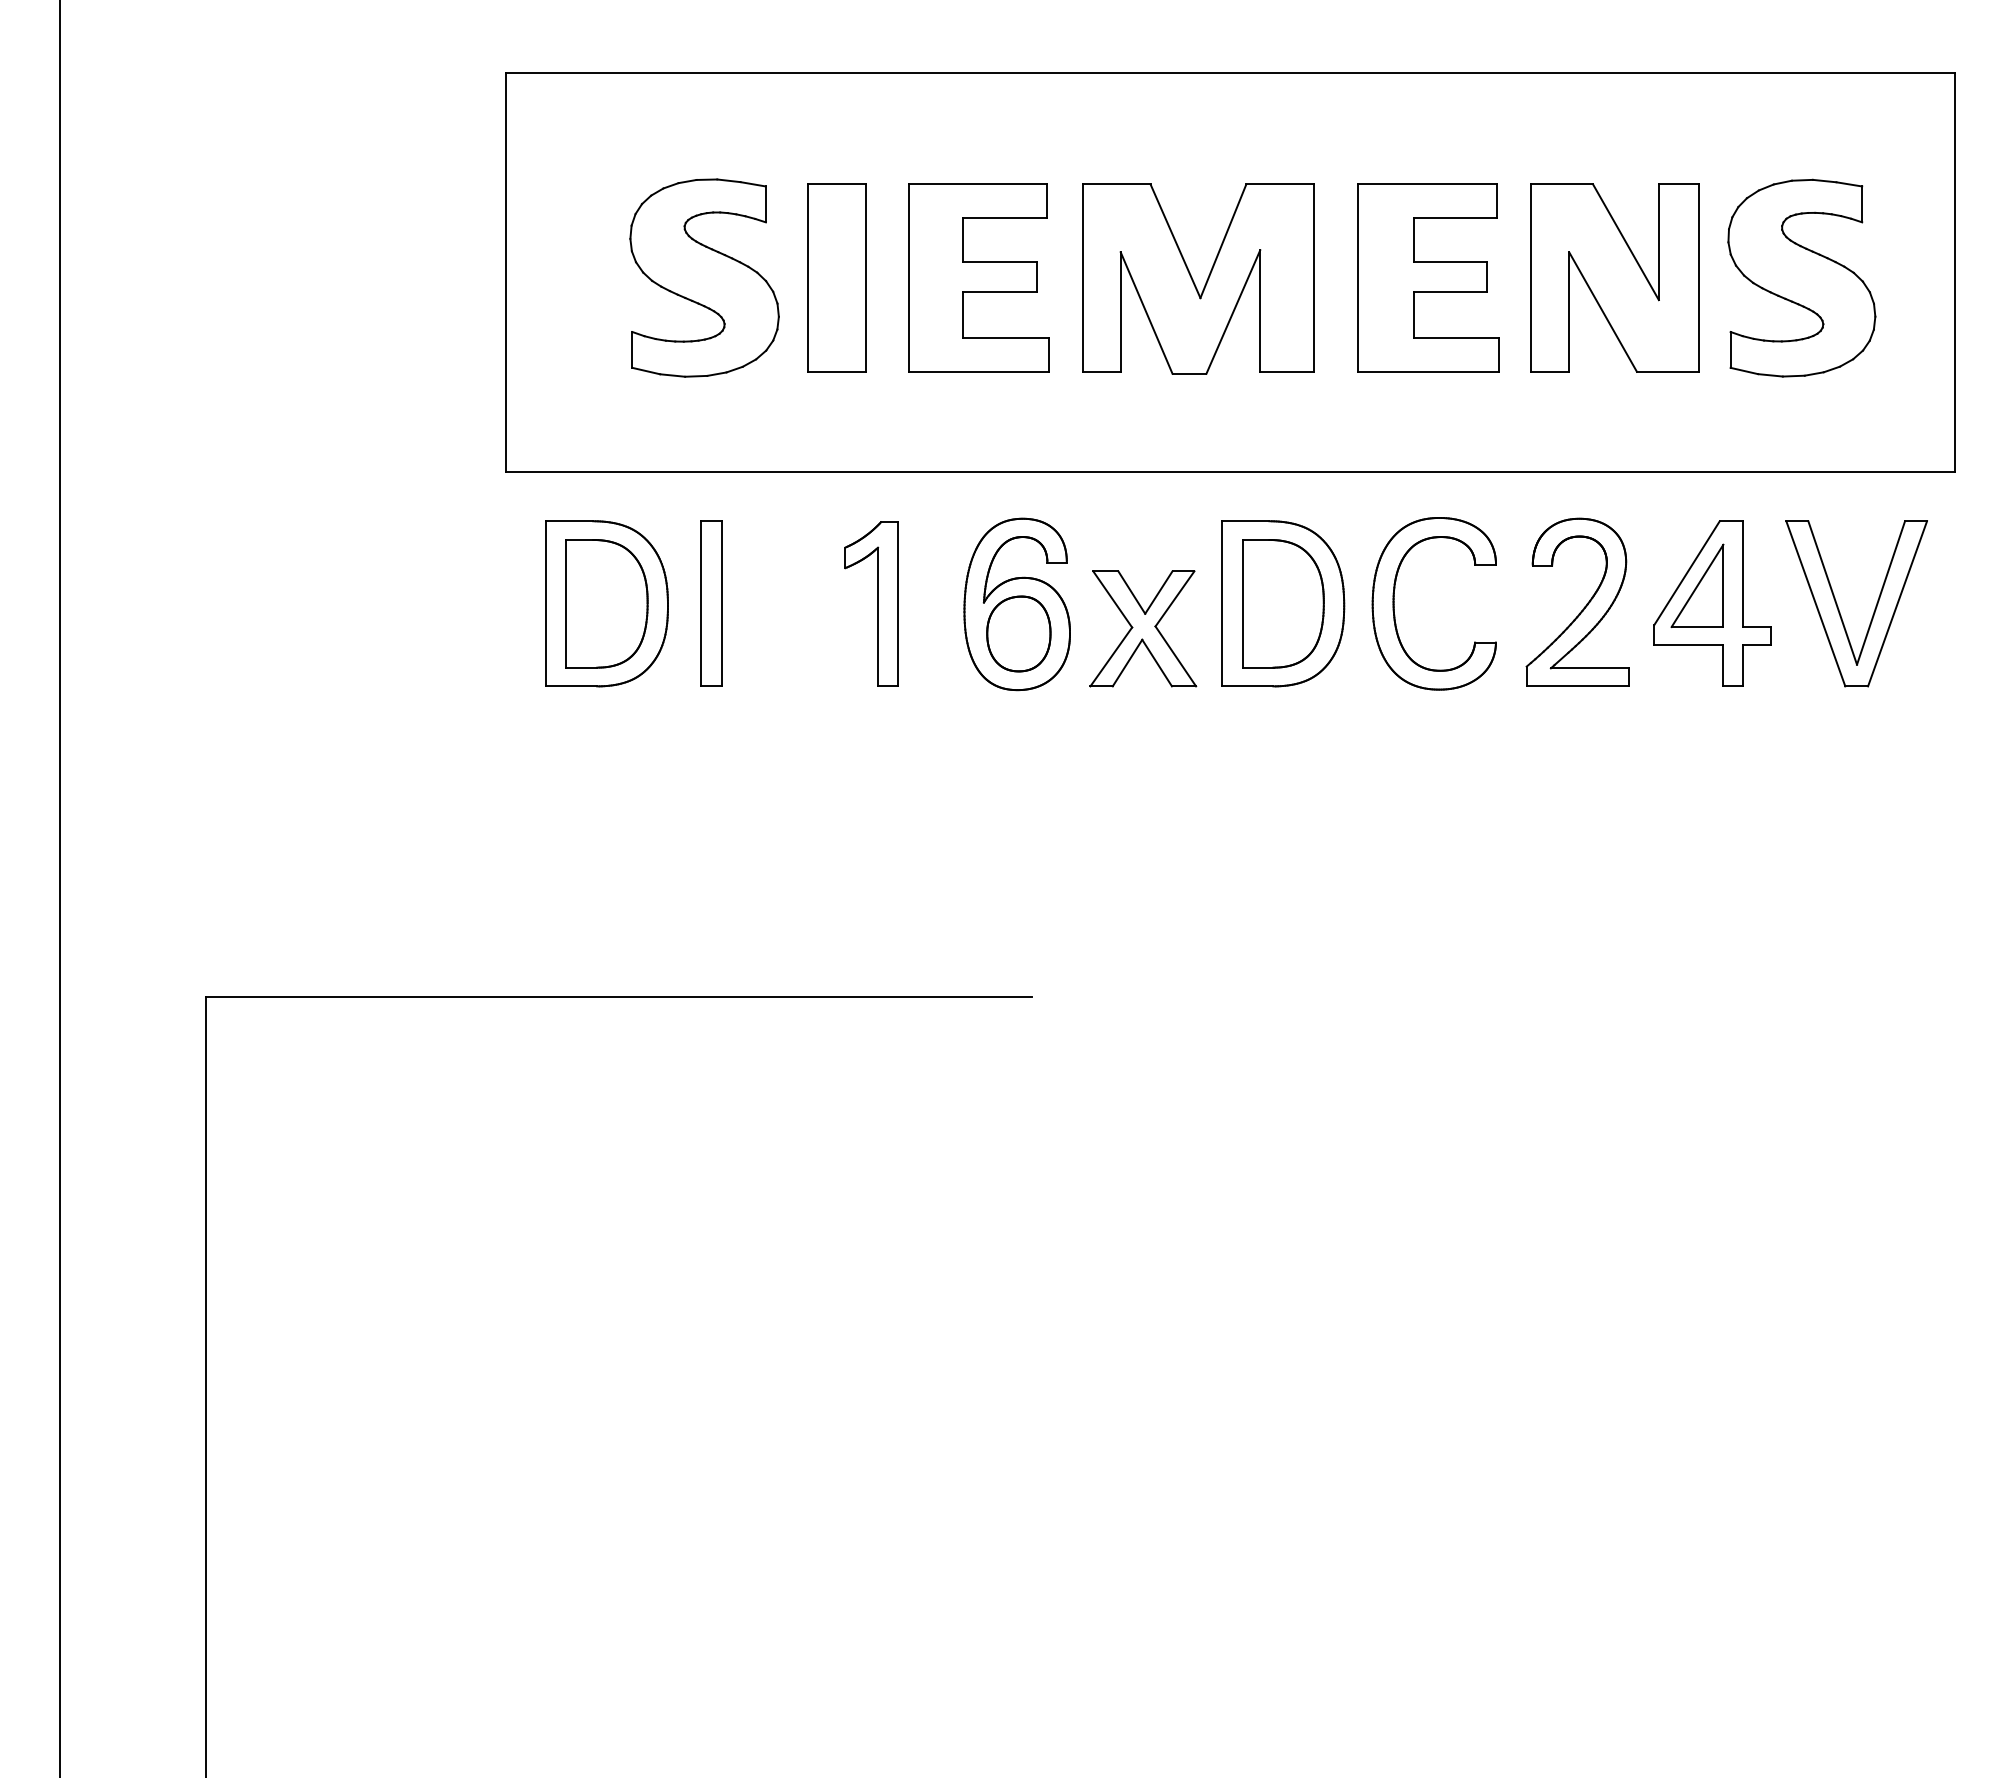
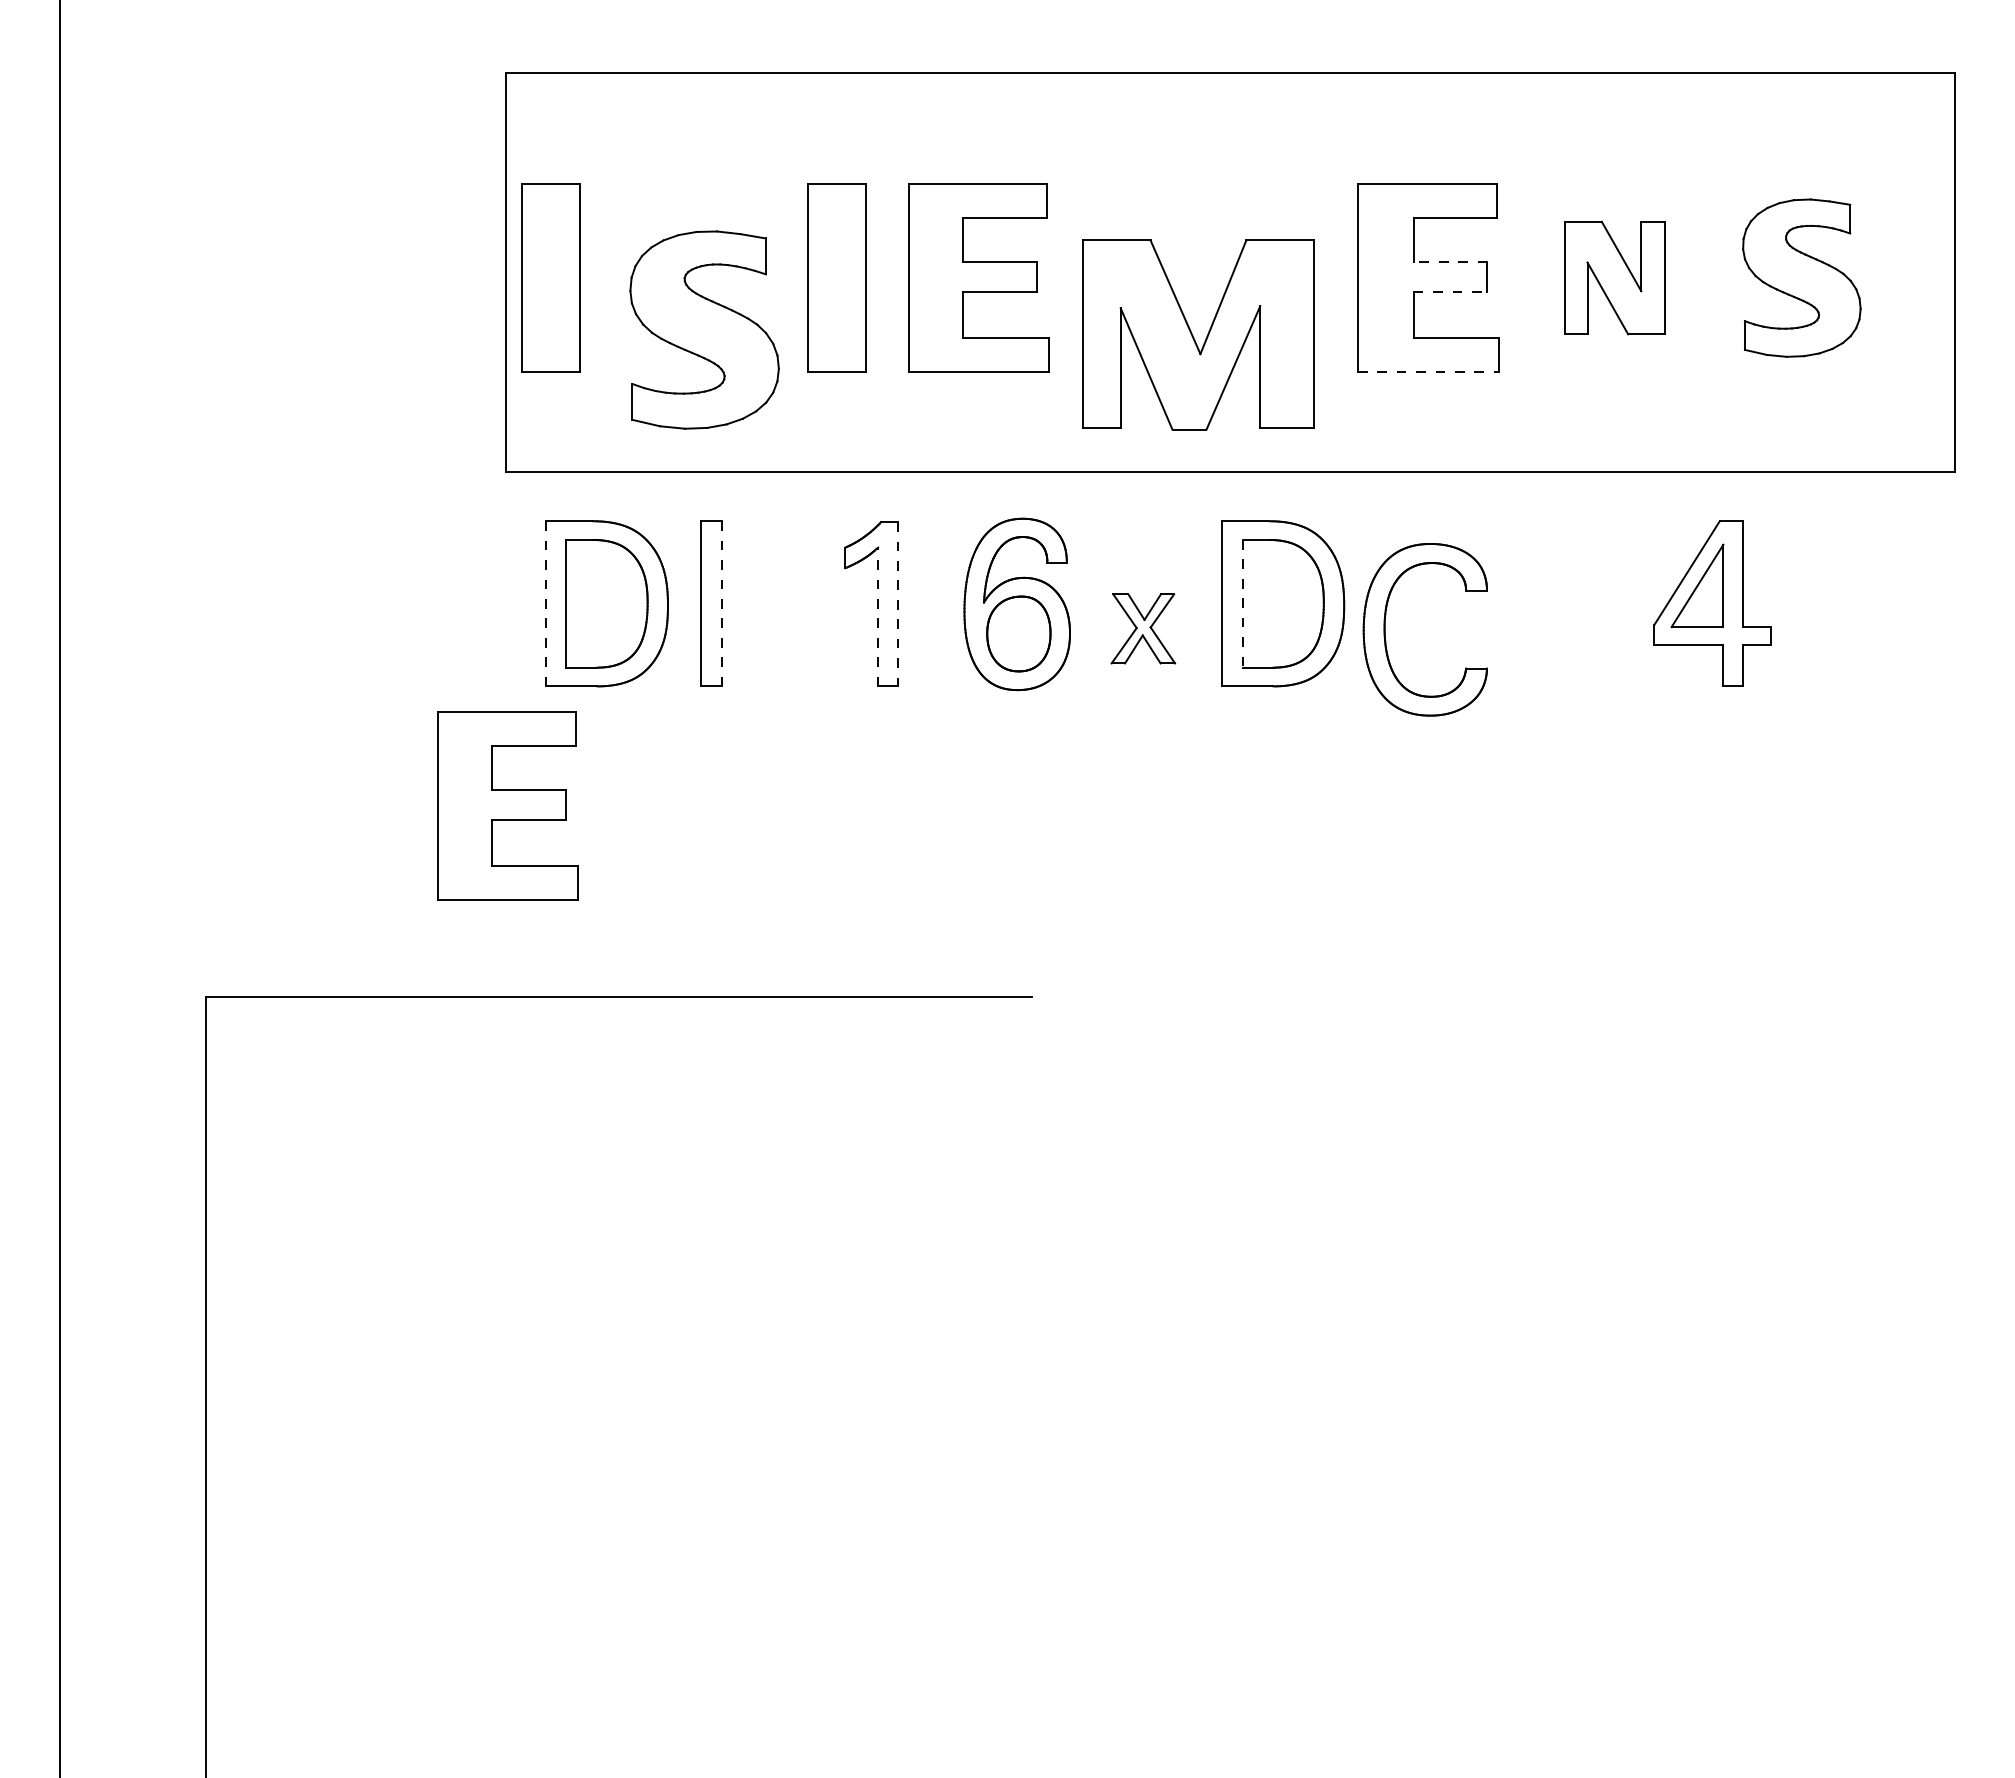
line at (1450, 262): solid -> dashed
part at (550, 277): none -> present
part at (704, 277) position: (704, 277) -> (704, 329)
part at (1614, 277) size: 170x190 px -> 102x116 px
part at (1801, 277) size: 150x200 px -> 120x160 px
part at (1198, 278) position: (1198, 278) -> (1198, 334)
line at (1450, 292): solid -> dashed
line at (1428, 371): solid -> dashed
line at (546, 603): solid -> dashed
line at (721, 603): solid -> dashed
line at (1242, 603): solid -> dashed
part at (1394, 603) position: (1394, 603) -> (1385, 629)
line at (897, 604): solid -> dashed
part at (1583, 607): present -> none
part at (1839, 609): present -> none
line at (878, 616): solid -> dashed
part at (1143, 628) size: 109x118 px -> 67x72 px
part at (507, 805): none -> present
